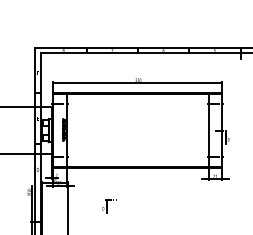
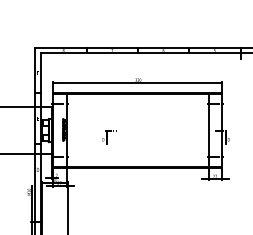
part at (109, 206) position: (109, 206) -> (109, 137)
